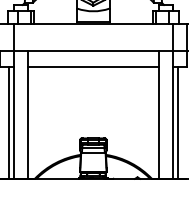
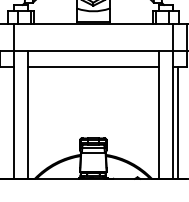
line at (8, 122): present -> none
